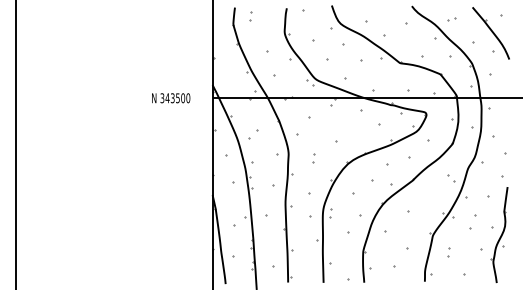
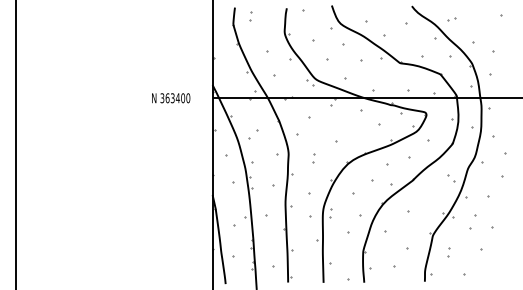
part at (490, 33): present -> none
text at (172, 98): 343500 -> 363400
part at (499, 234): present -> none
